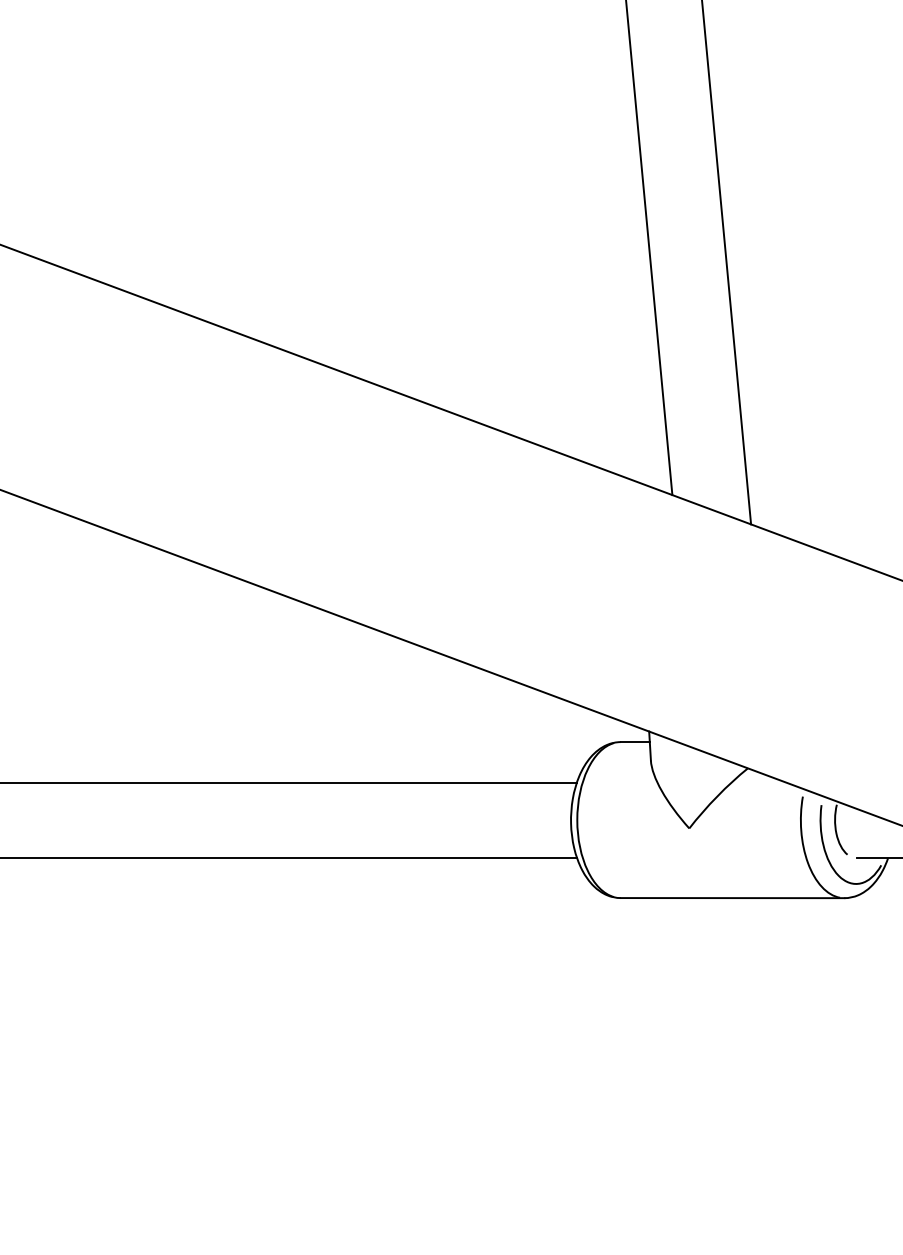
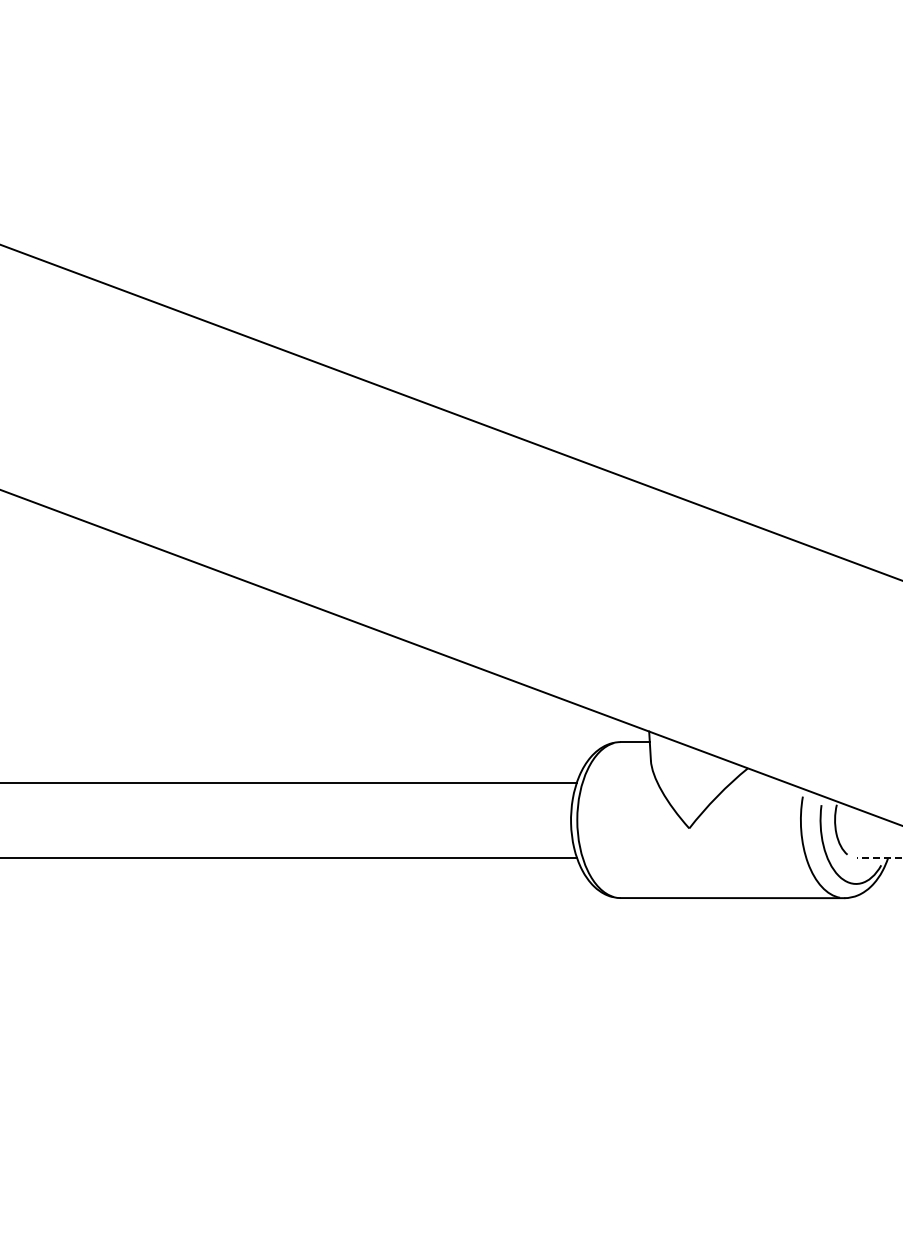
line at (649, 248): present -> none
line at (726, 263): present -> none
line at (879, 858): solid -> dashed
